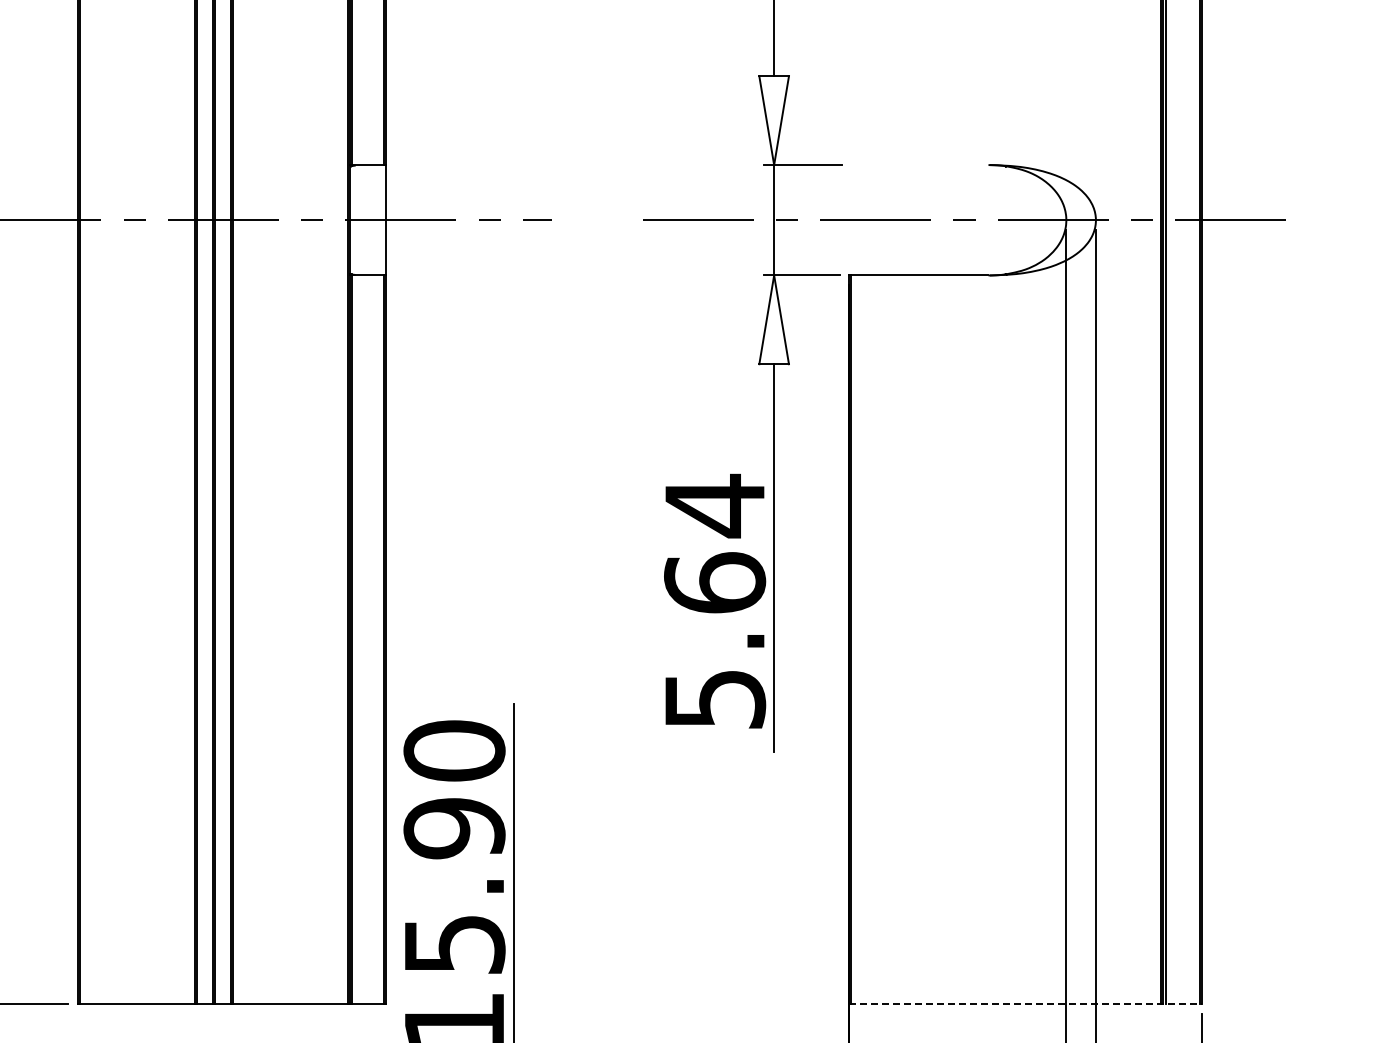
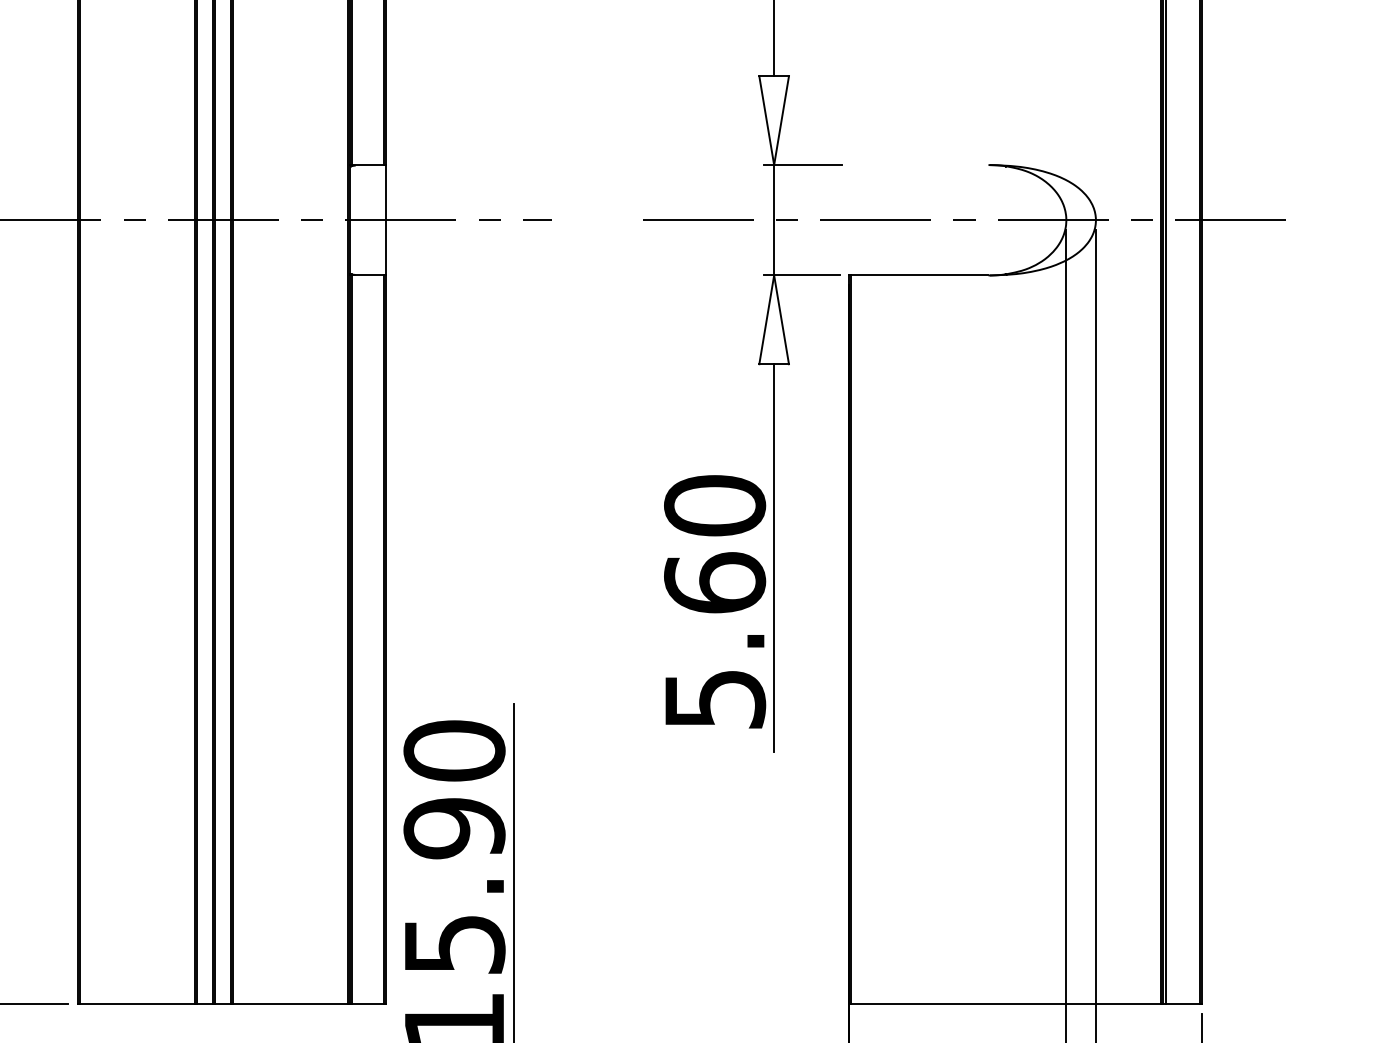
text at (715, 505): 5.64 -> 5.60
line at (1026, 1004): dashed -> solid
